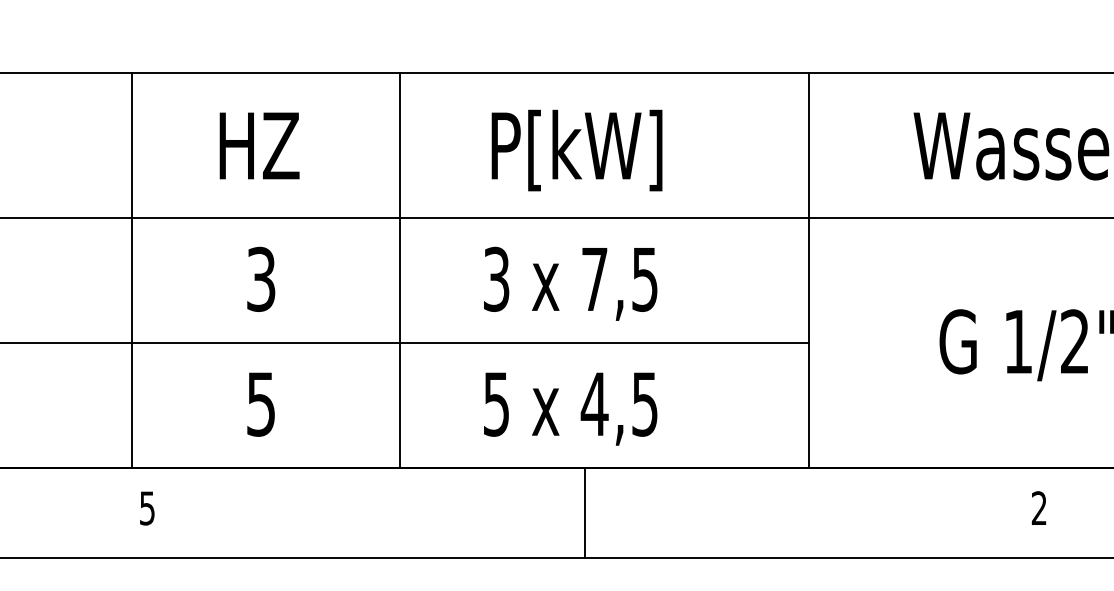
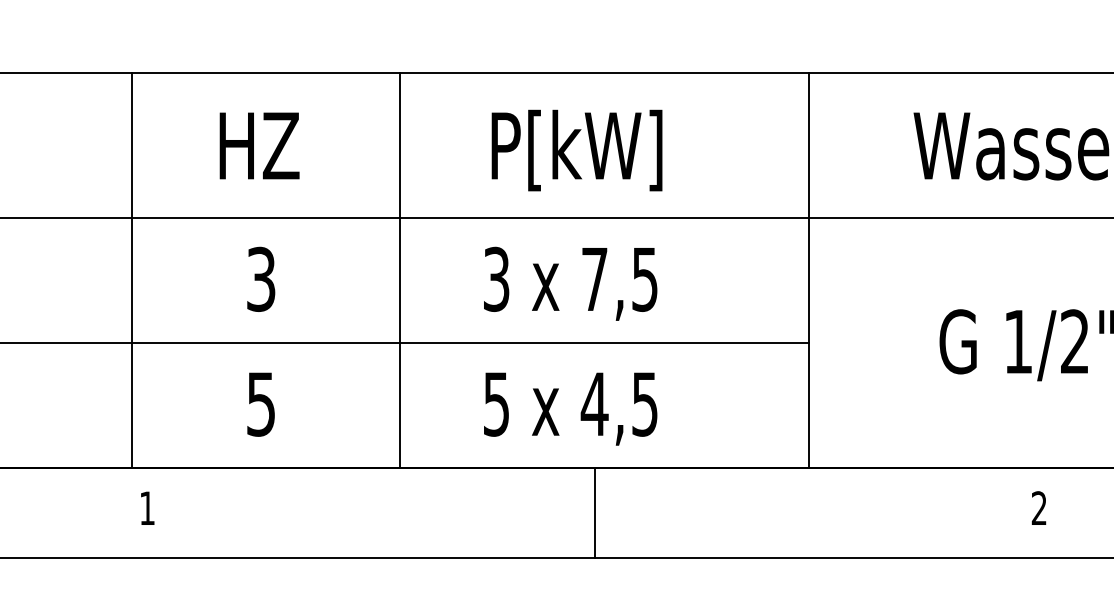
text at (147, 508): 5 -> 1
line at (584, 512) position: (584, 512) -> (594, 512)
